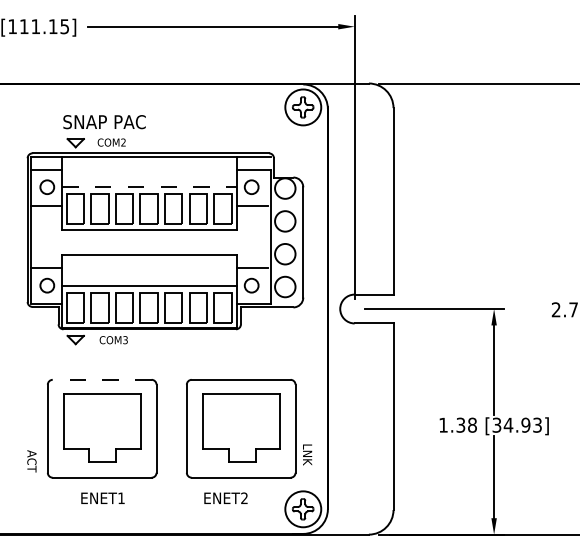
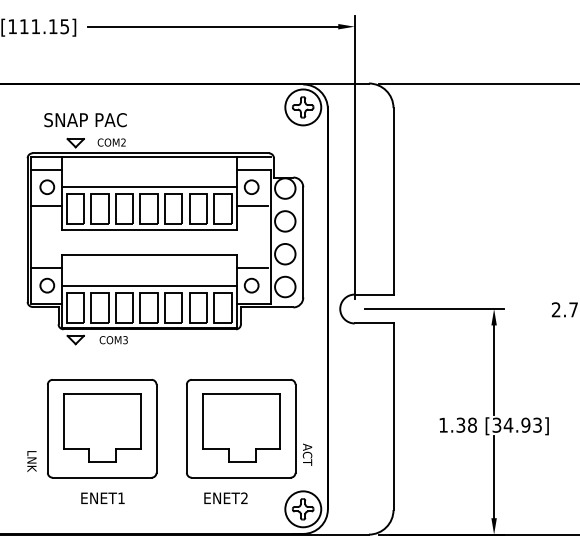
text at (104, 122) position: (104, 122) -> (85, 120)
line at (150, 187): dashed -> solid
line at (101, 379): dashed -> solid
text at (307, 454): LNK -> ACT
text at (31, 461): ACT -> LNK
